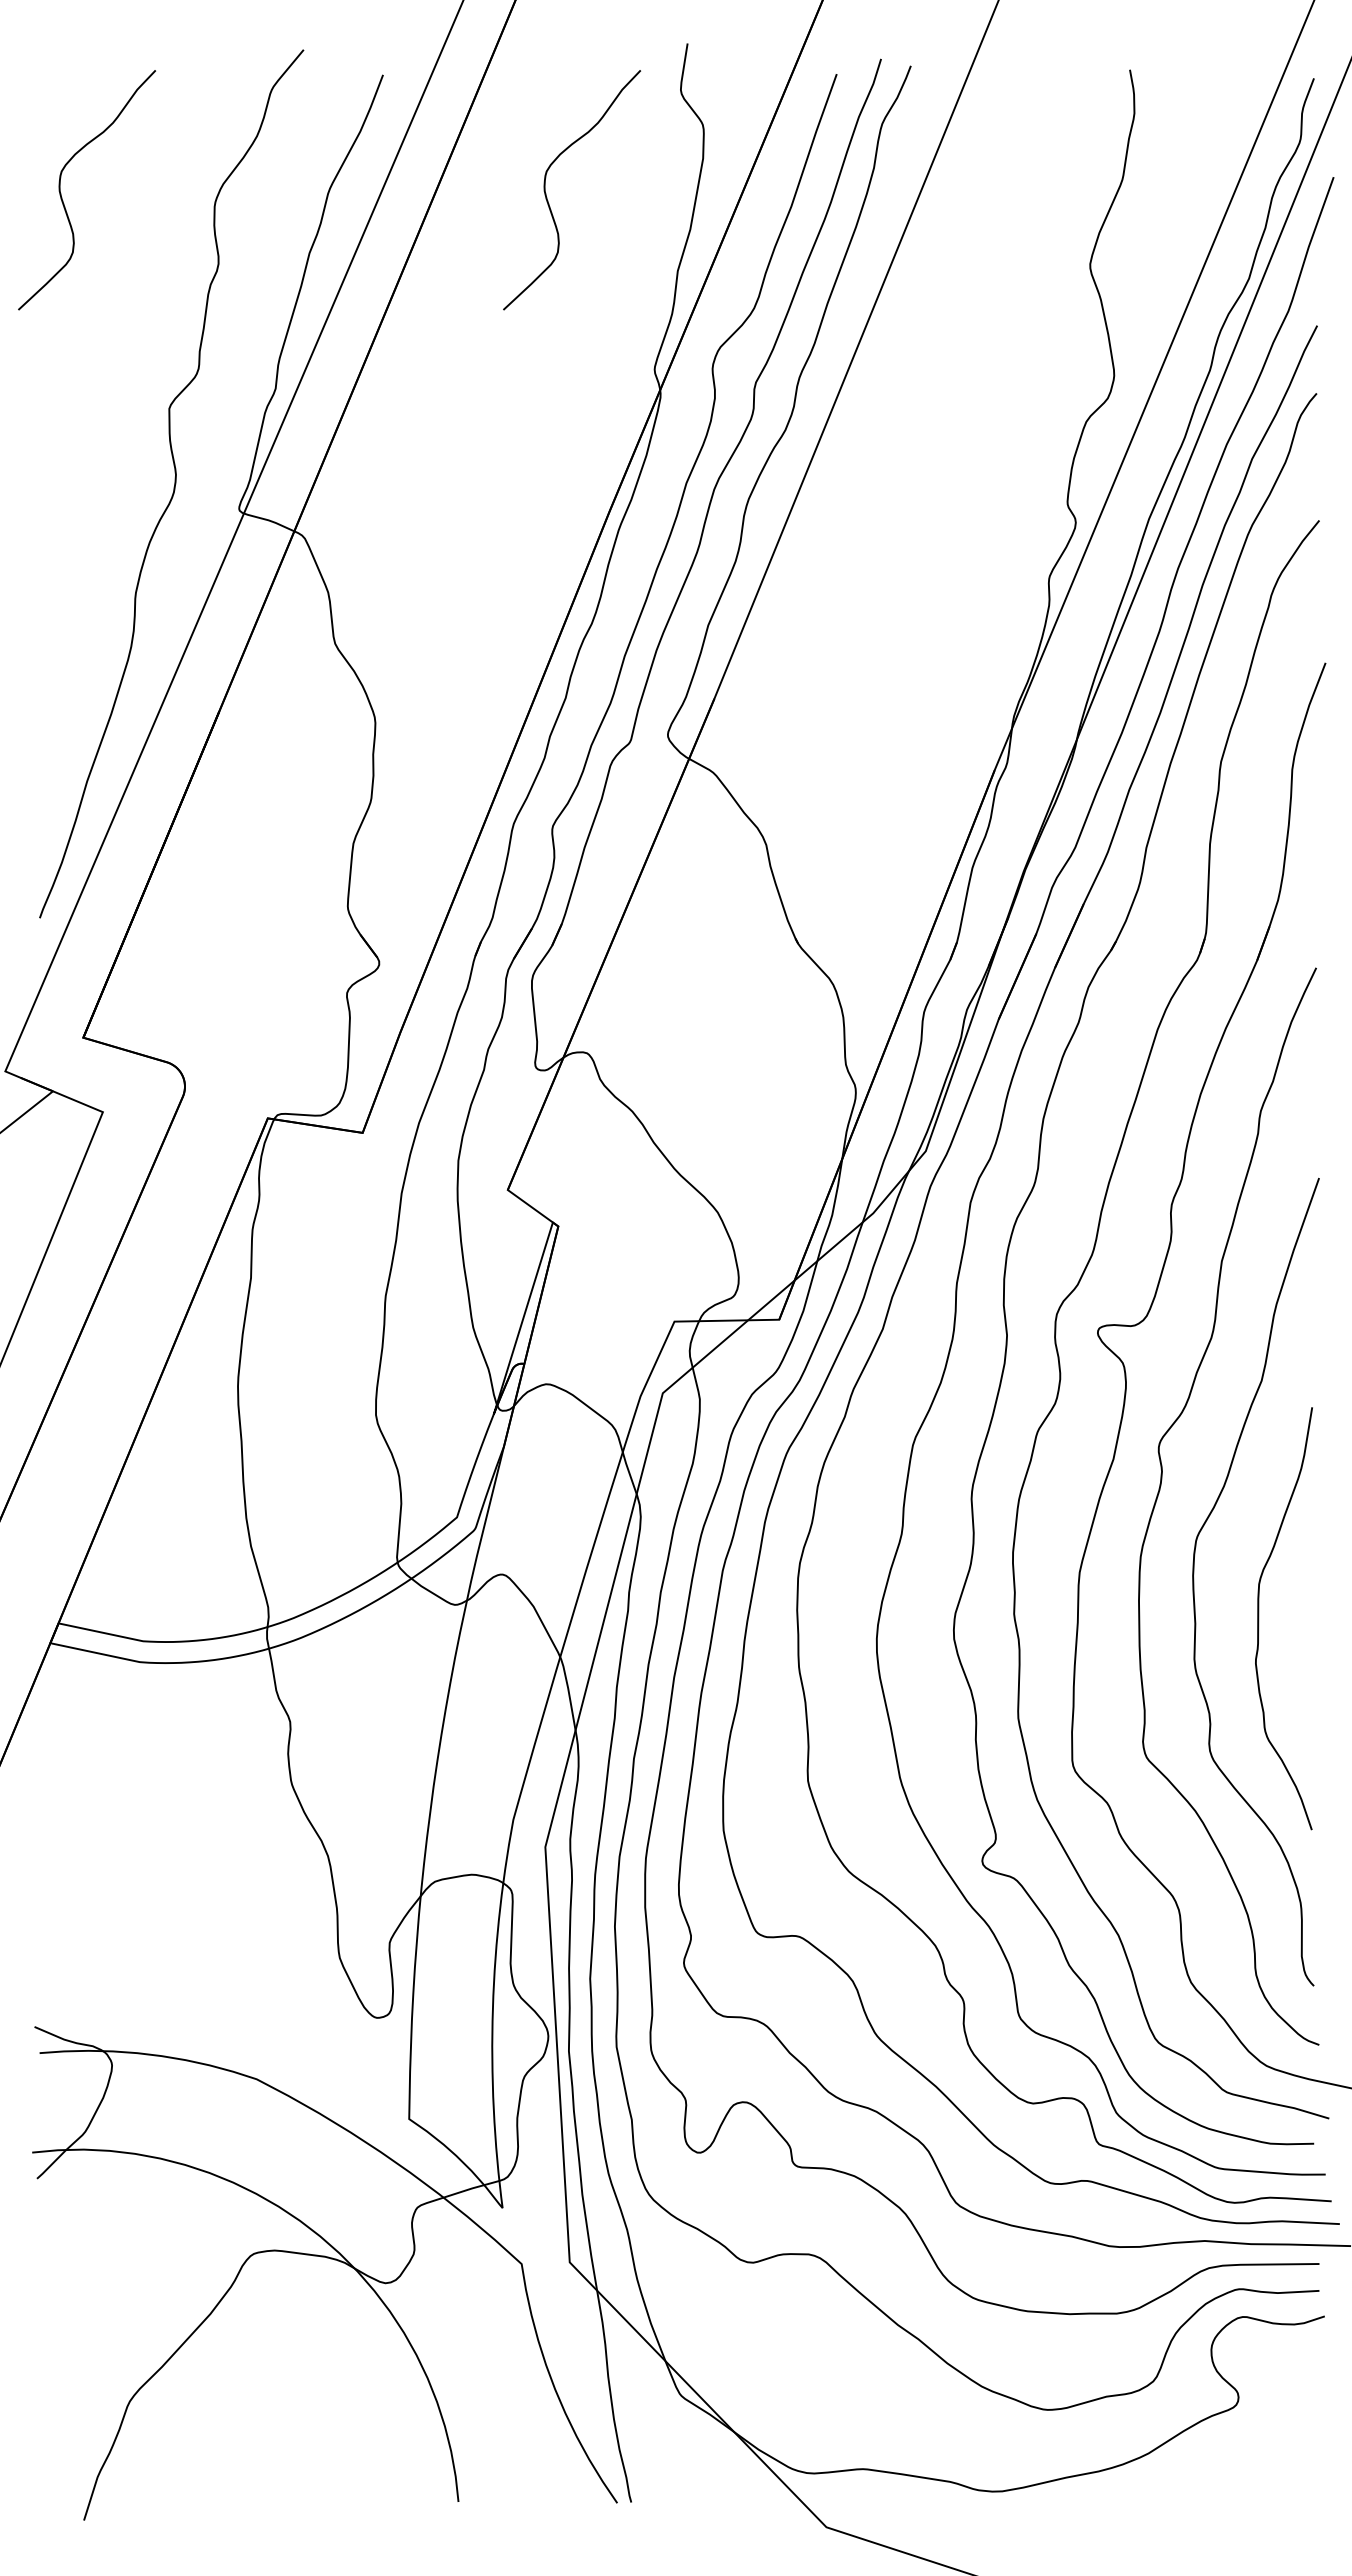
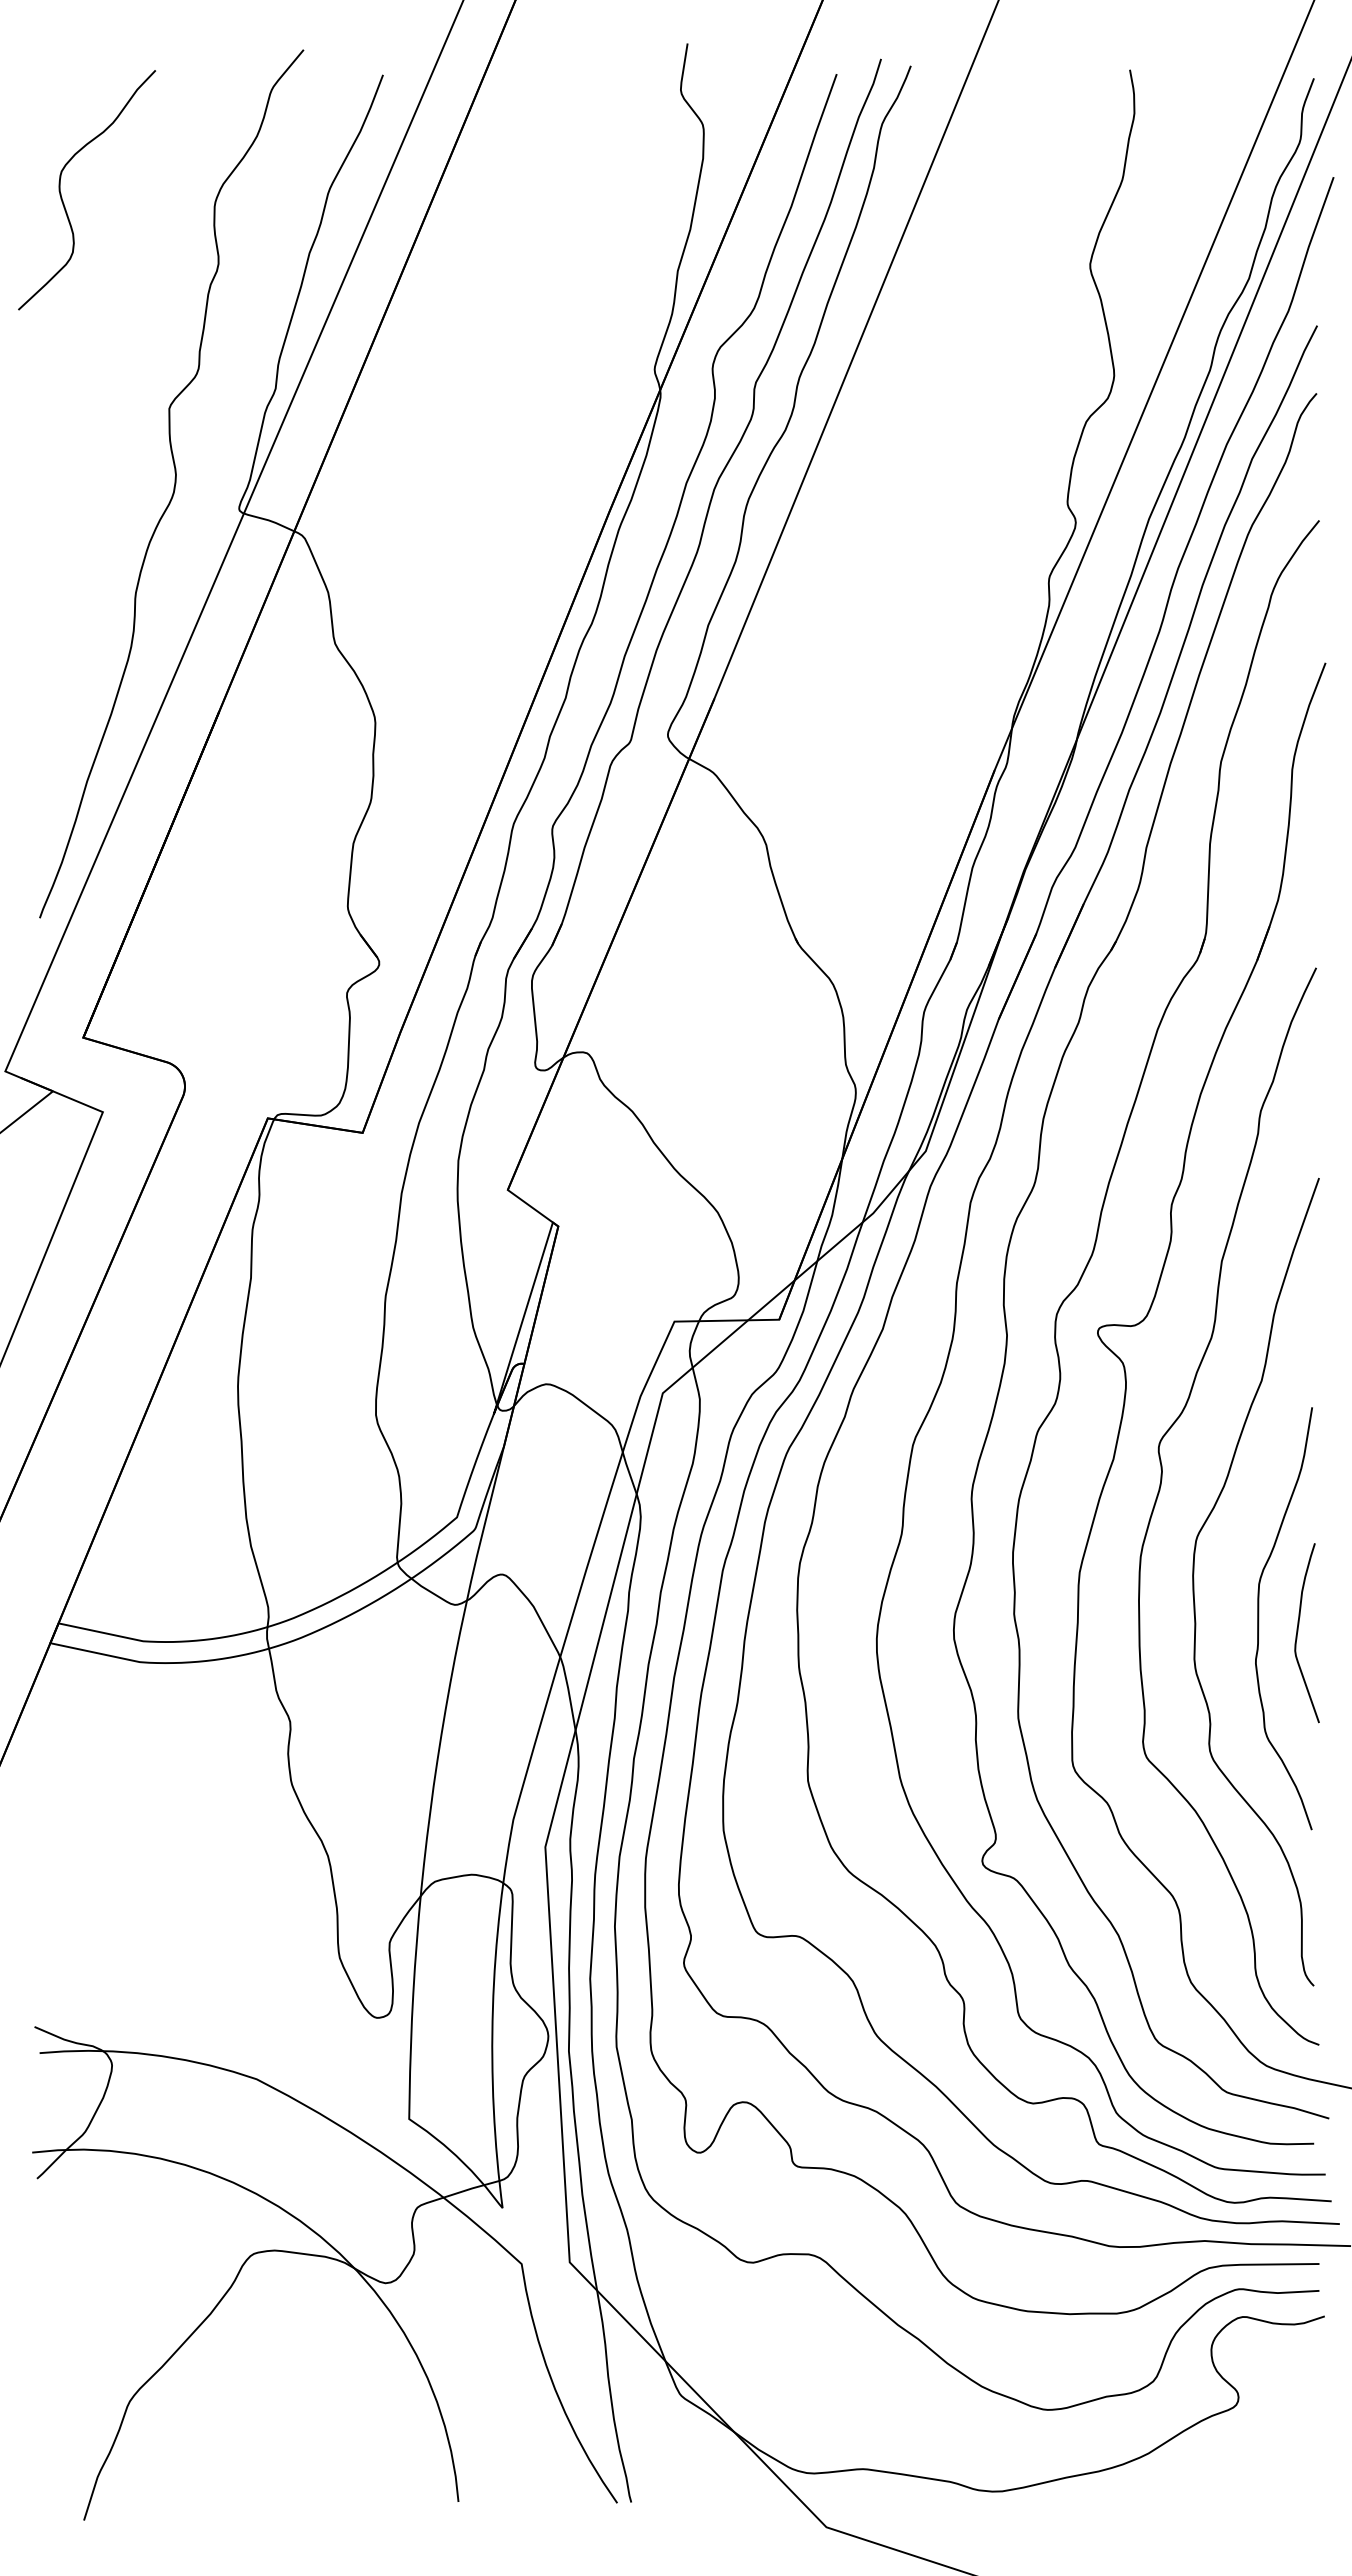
curve at (547, 197): present -> none
curve at (1298, 1632): none -> present
